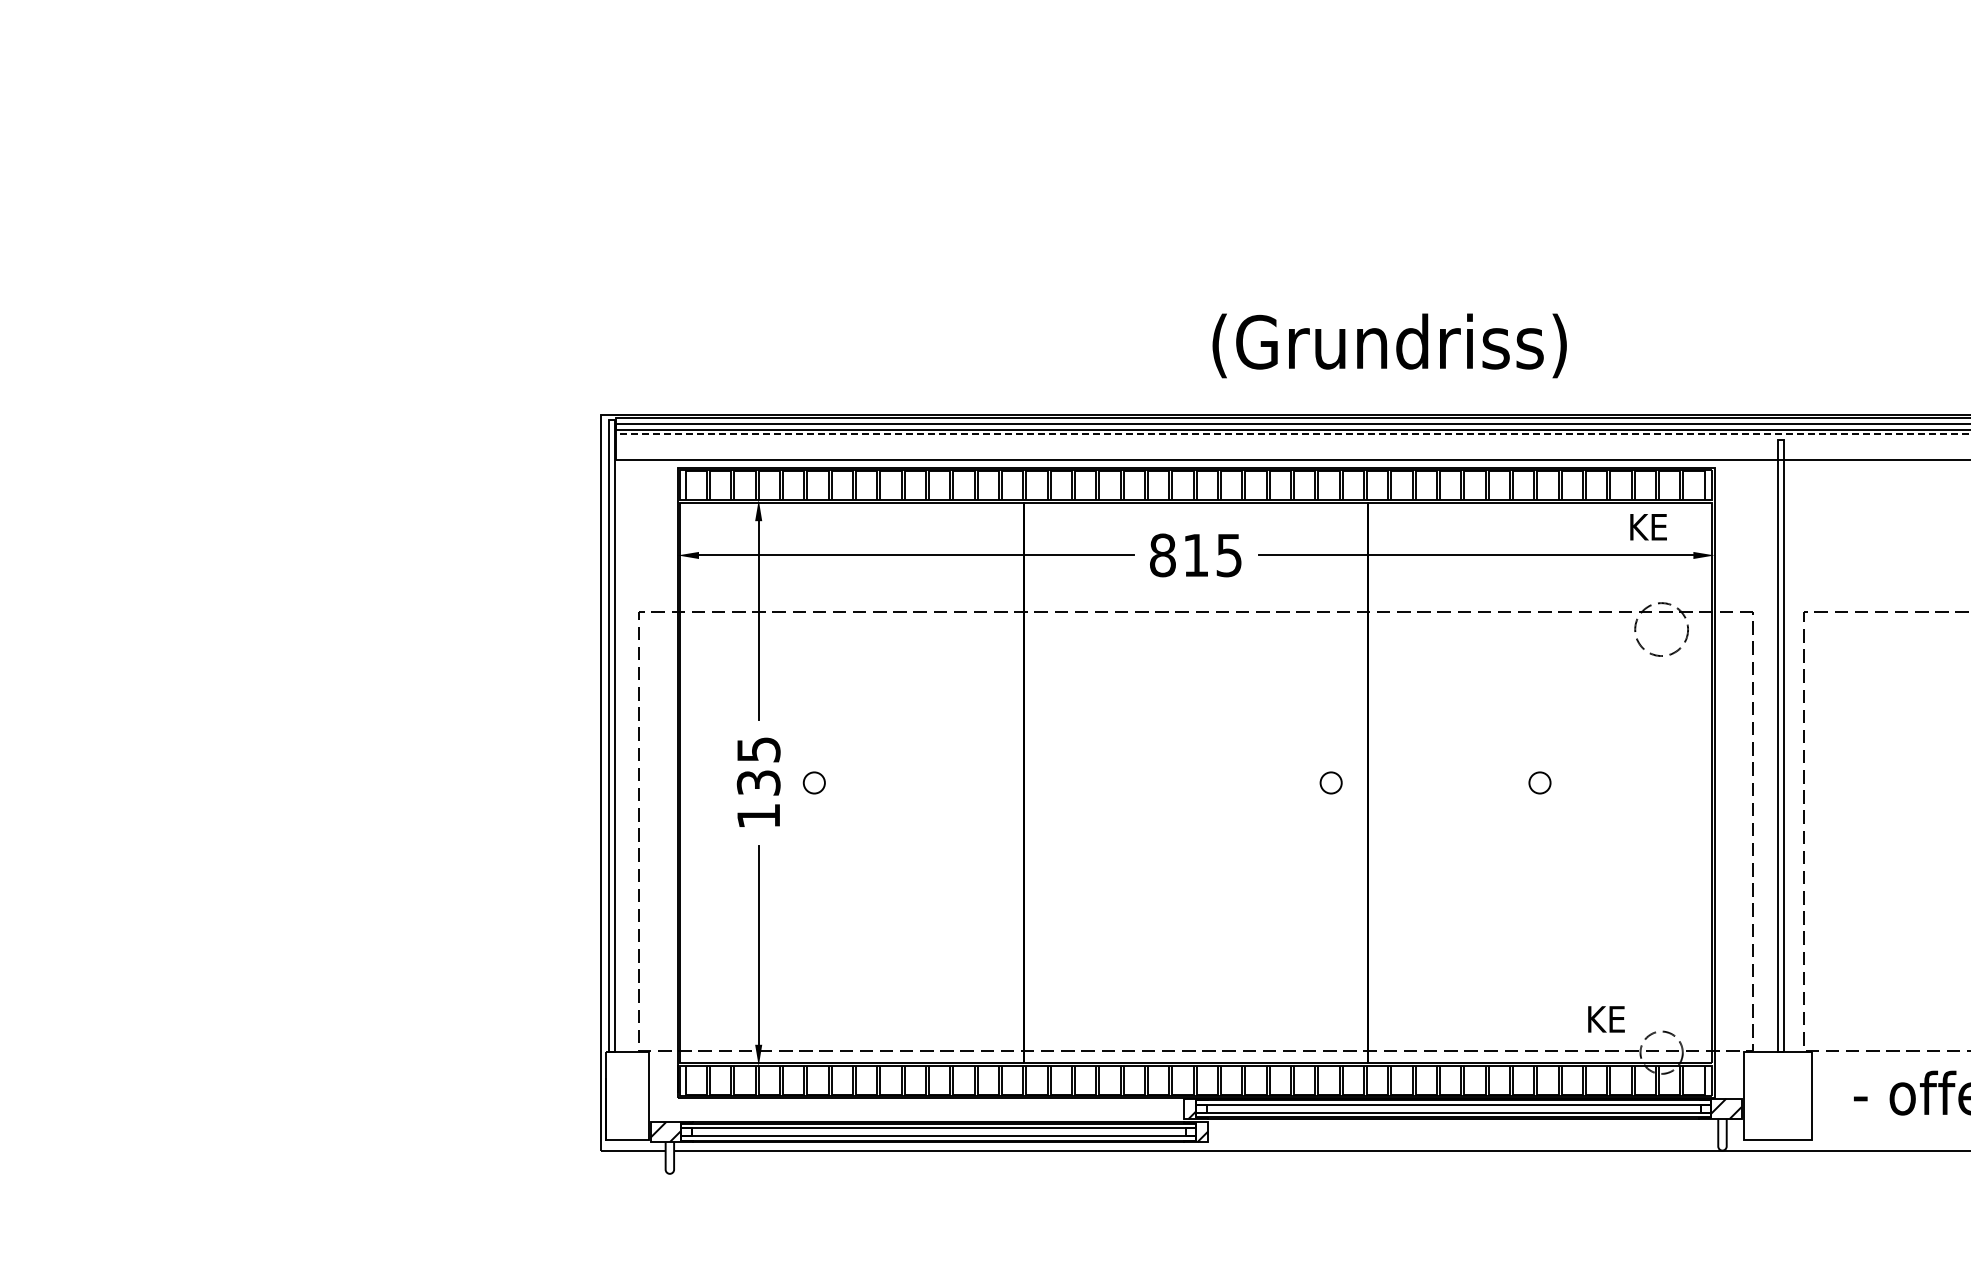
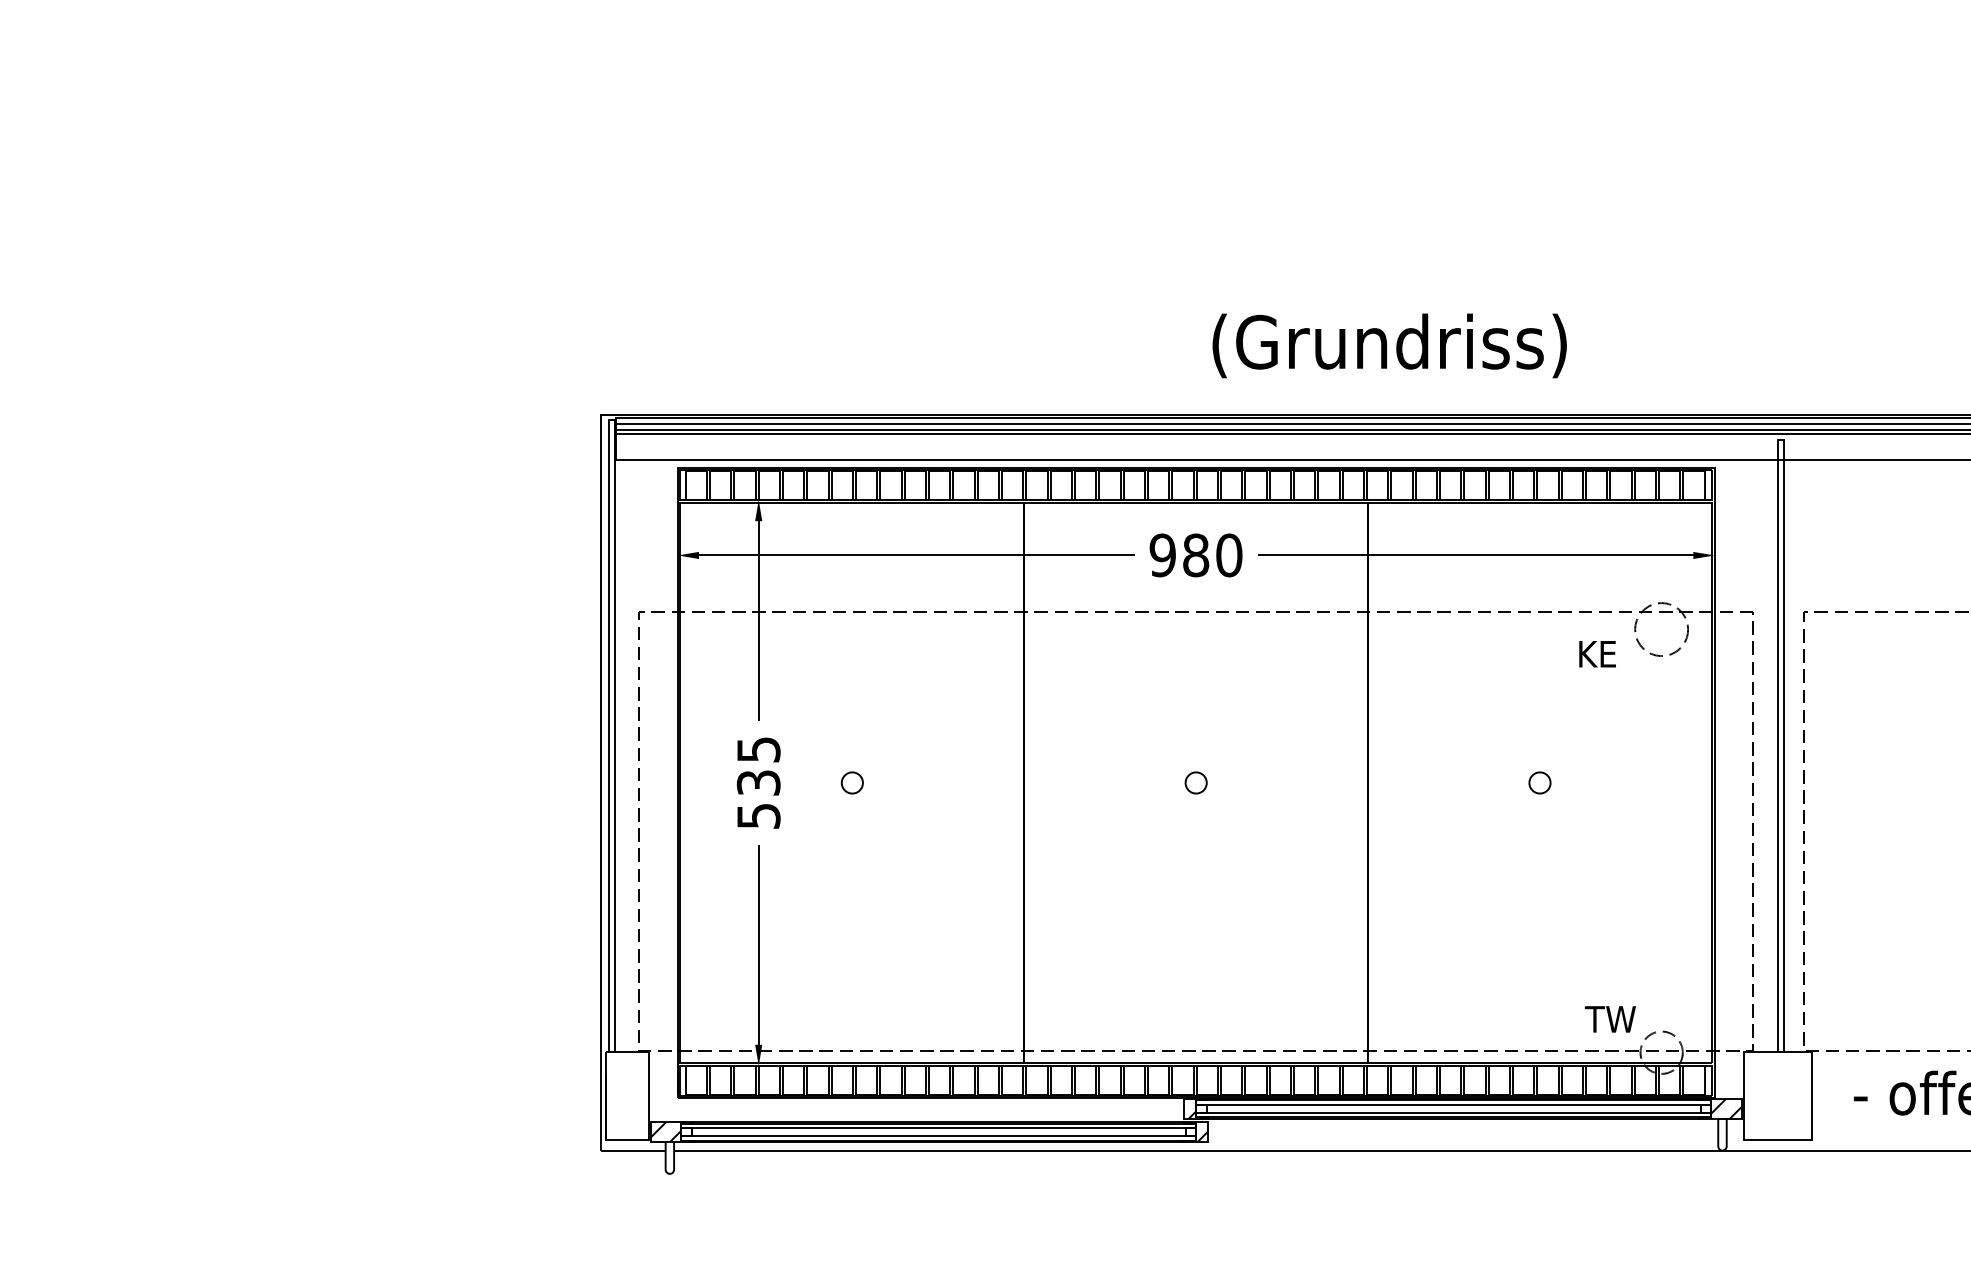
line at (1292, 434): dashed -> solid
text at (1648, 527) position: (1648, 527) -> (1597, 654)
text at (1195, 555): 815 -> 980
circle at (813, 782) position: (813, 782) -> (851, 782)
circle at (1330, 782) position: (1330, 782) -> (1195, 782)
text at (758, 816): 135 -> 535
text at (1609, 1019): KE -> TW
